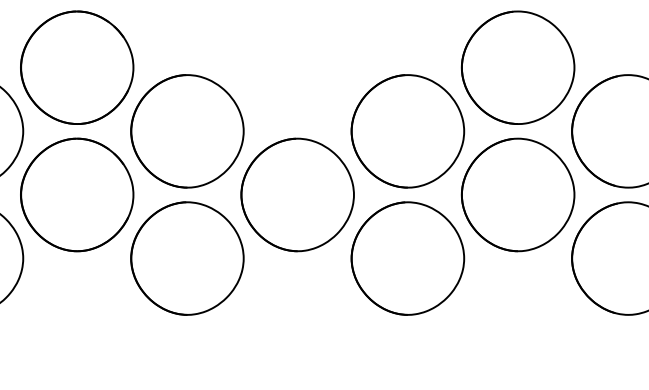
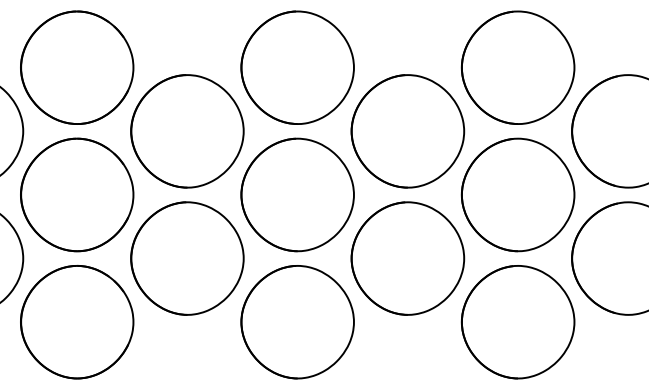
part at (297, 67): none -> present
part at (77, 322): none -> present
part at (297, 322): none -> present
part at (517, 322): none -> present
